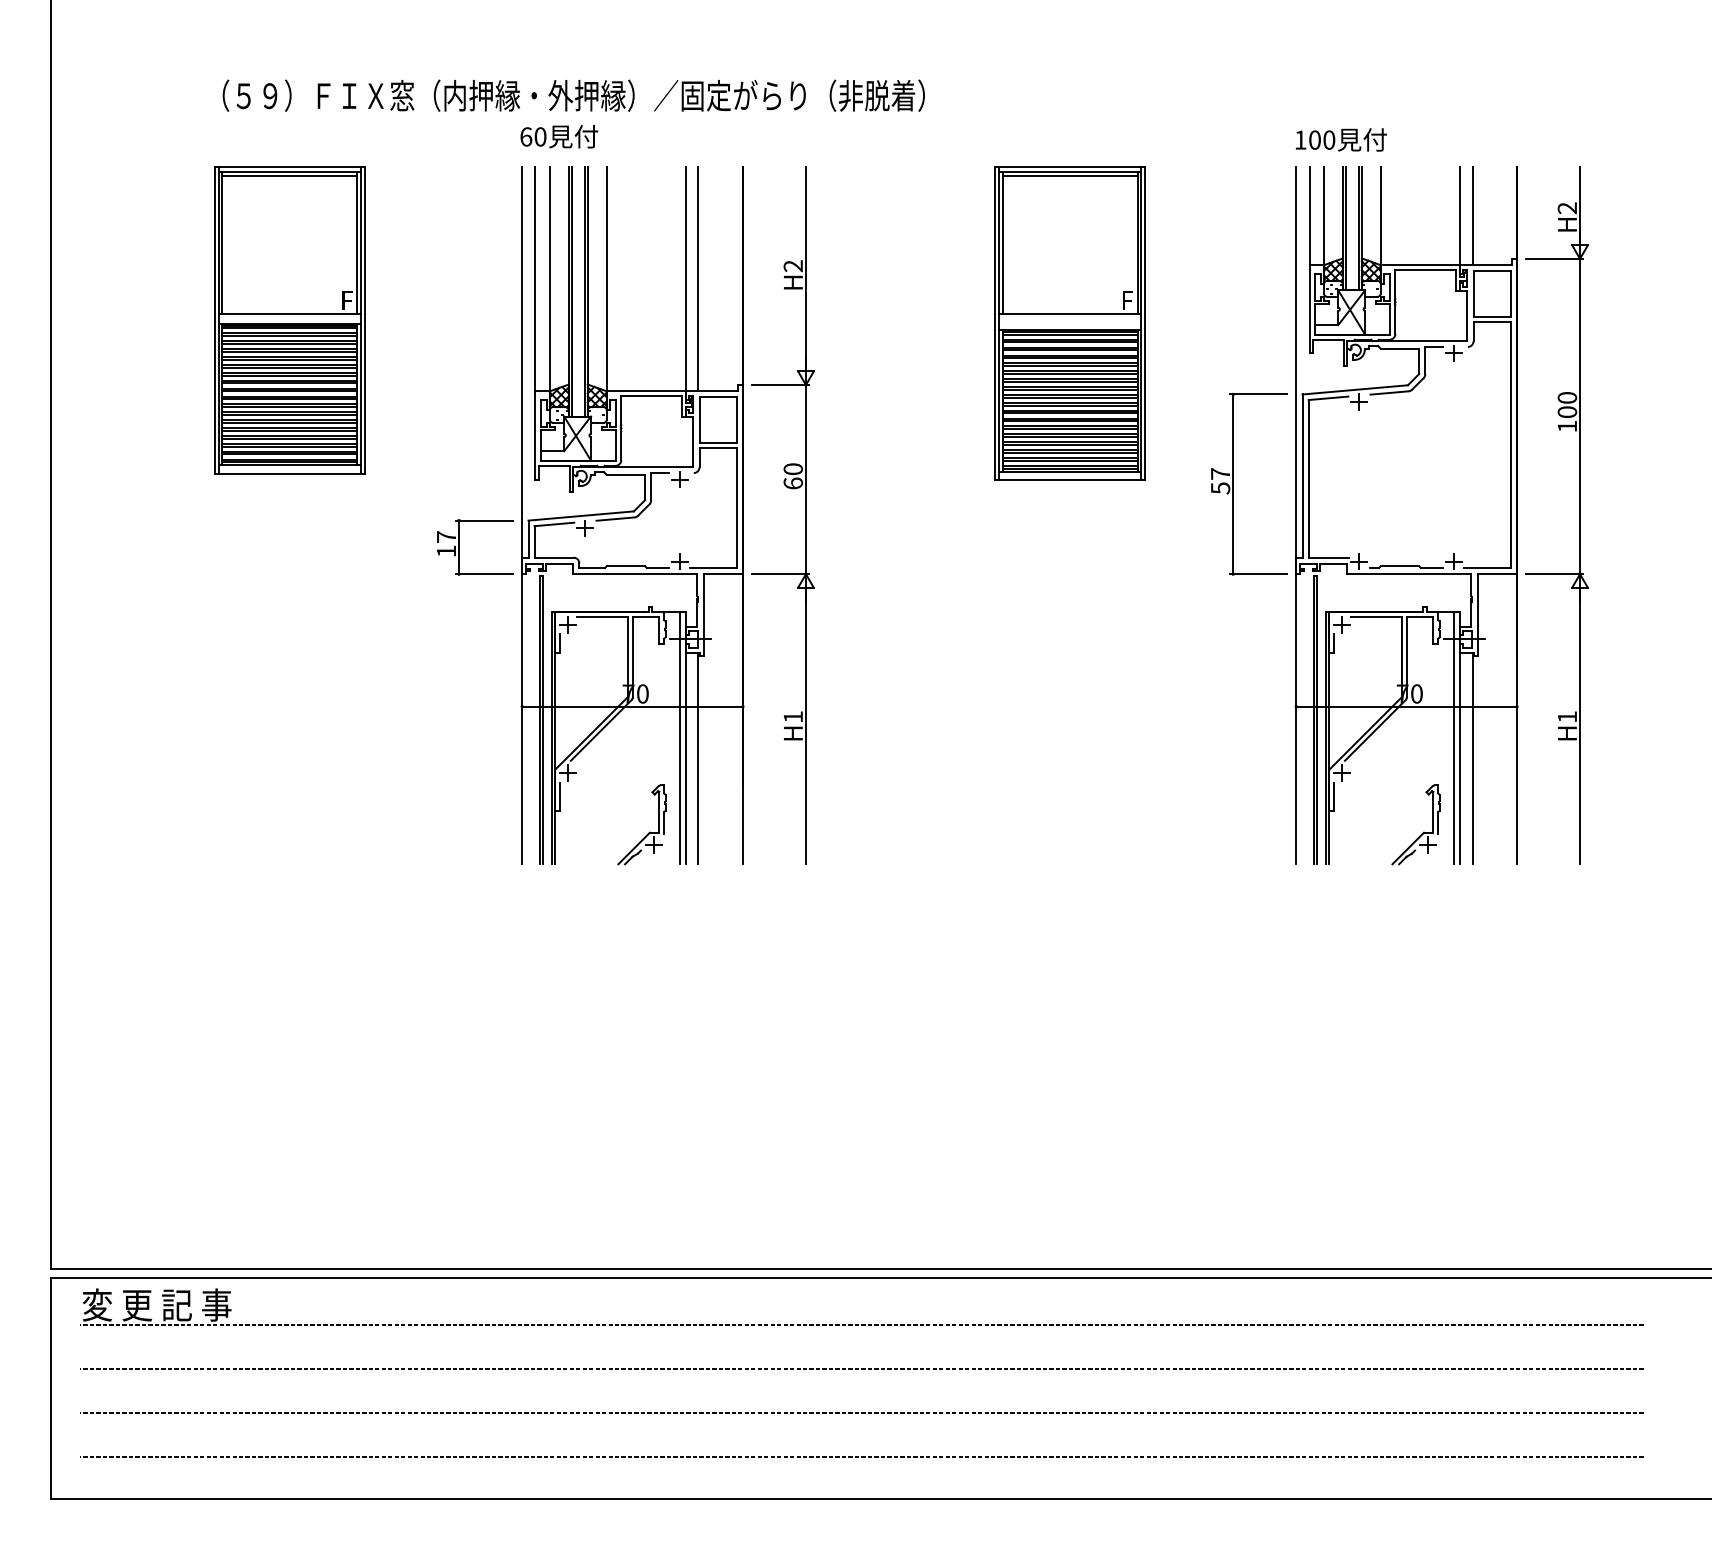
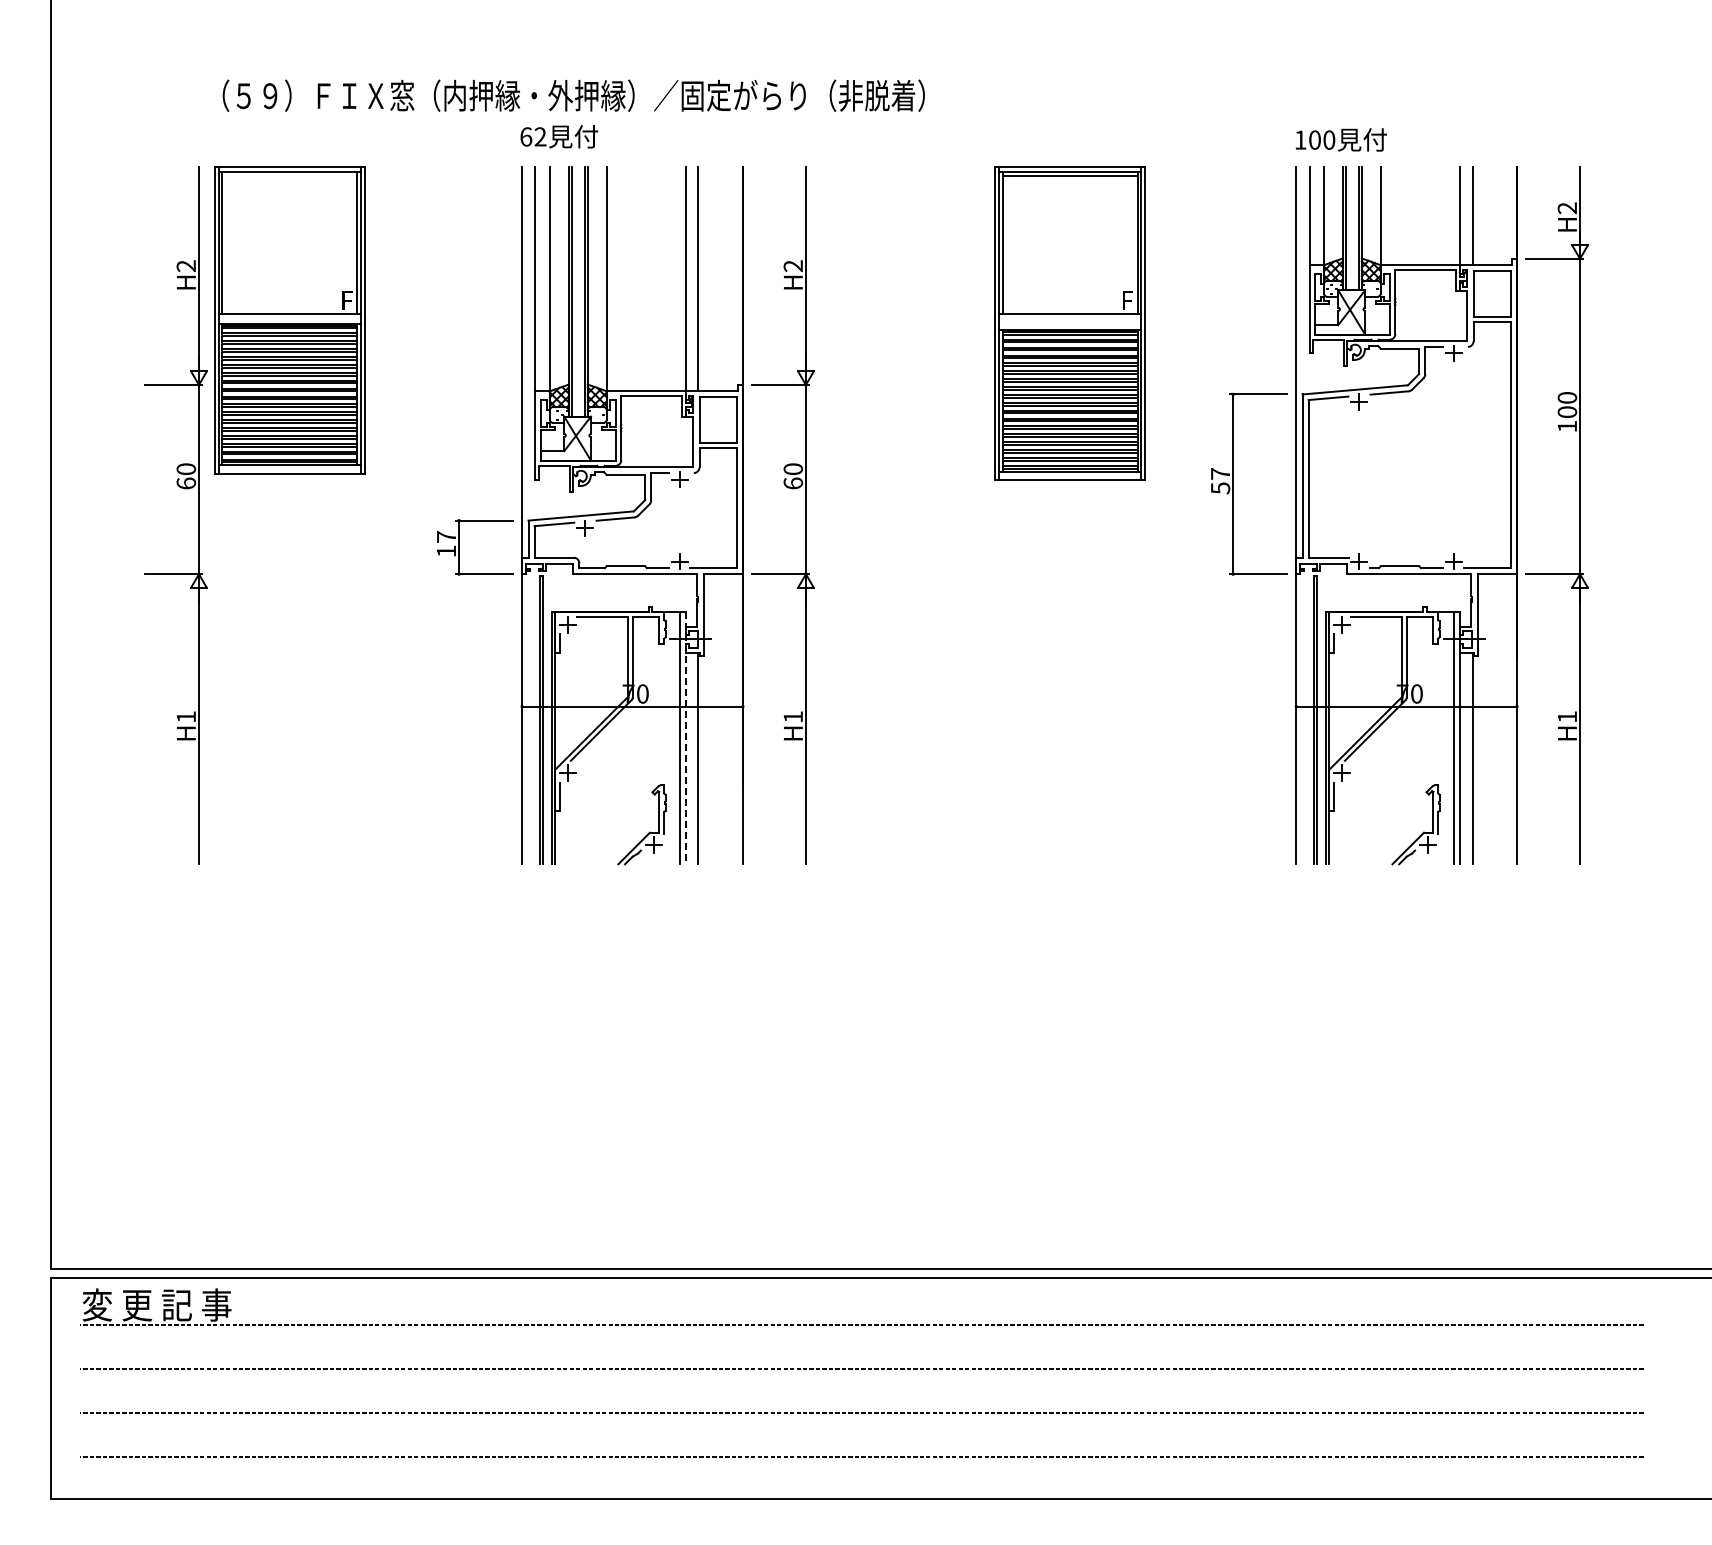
text at (540, 136): 60 -> 62
line at (289, 175): present -> none
part at (198, 515): none -> present
line at (686, 738): solid -> dashed
